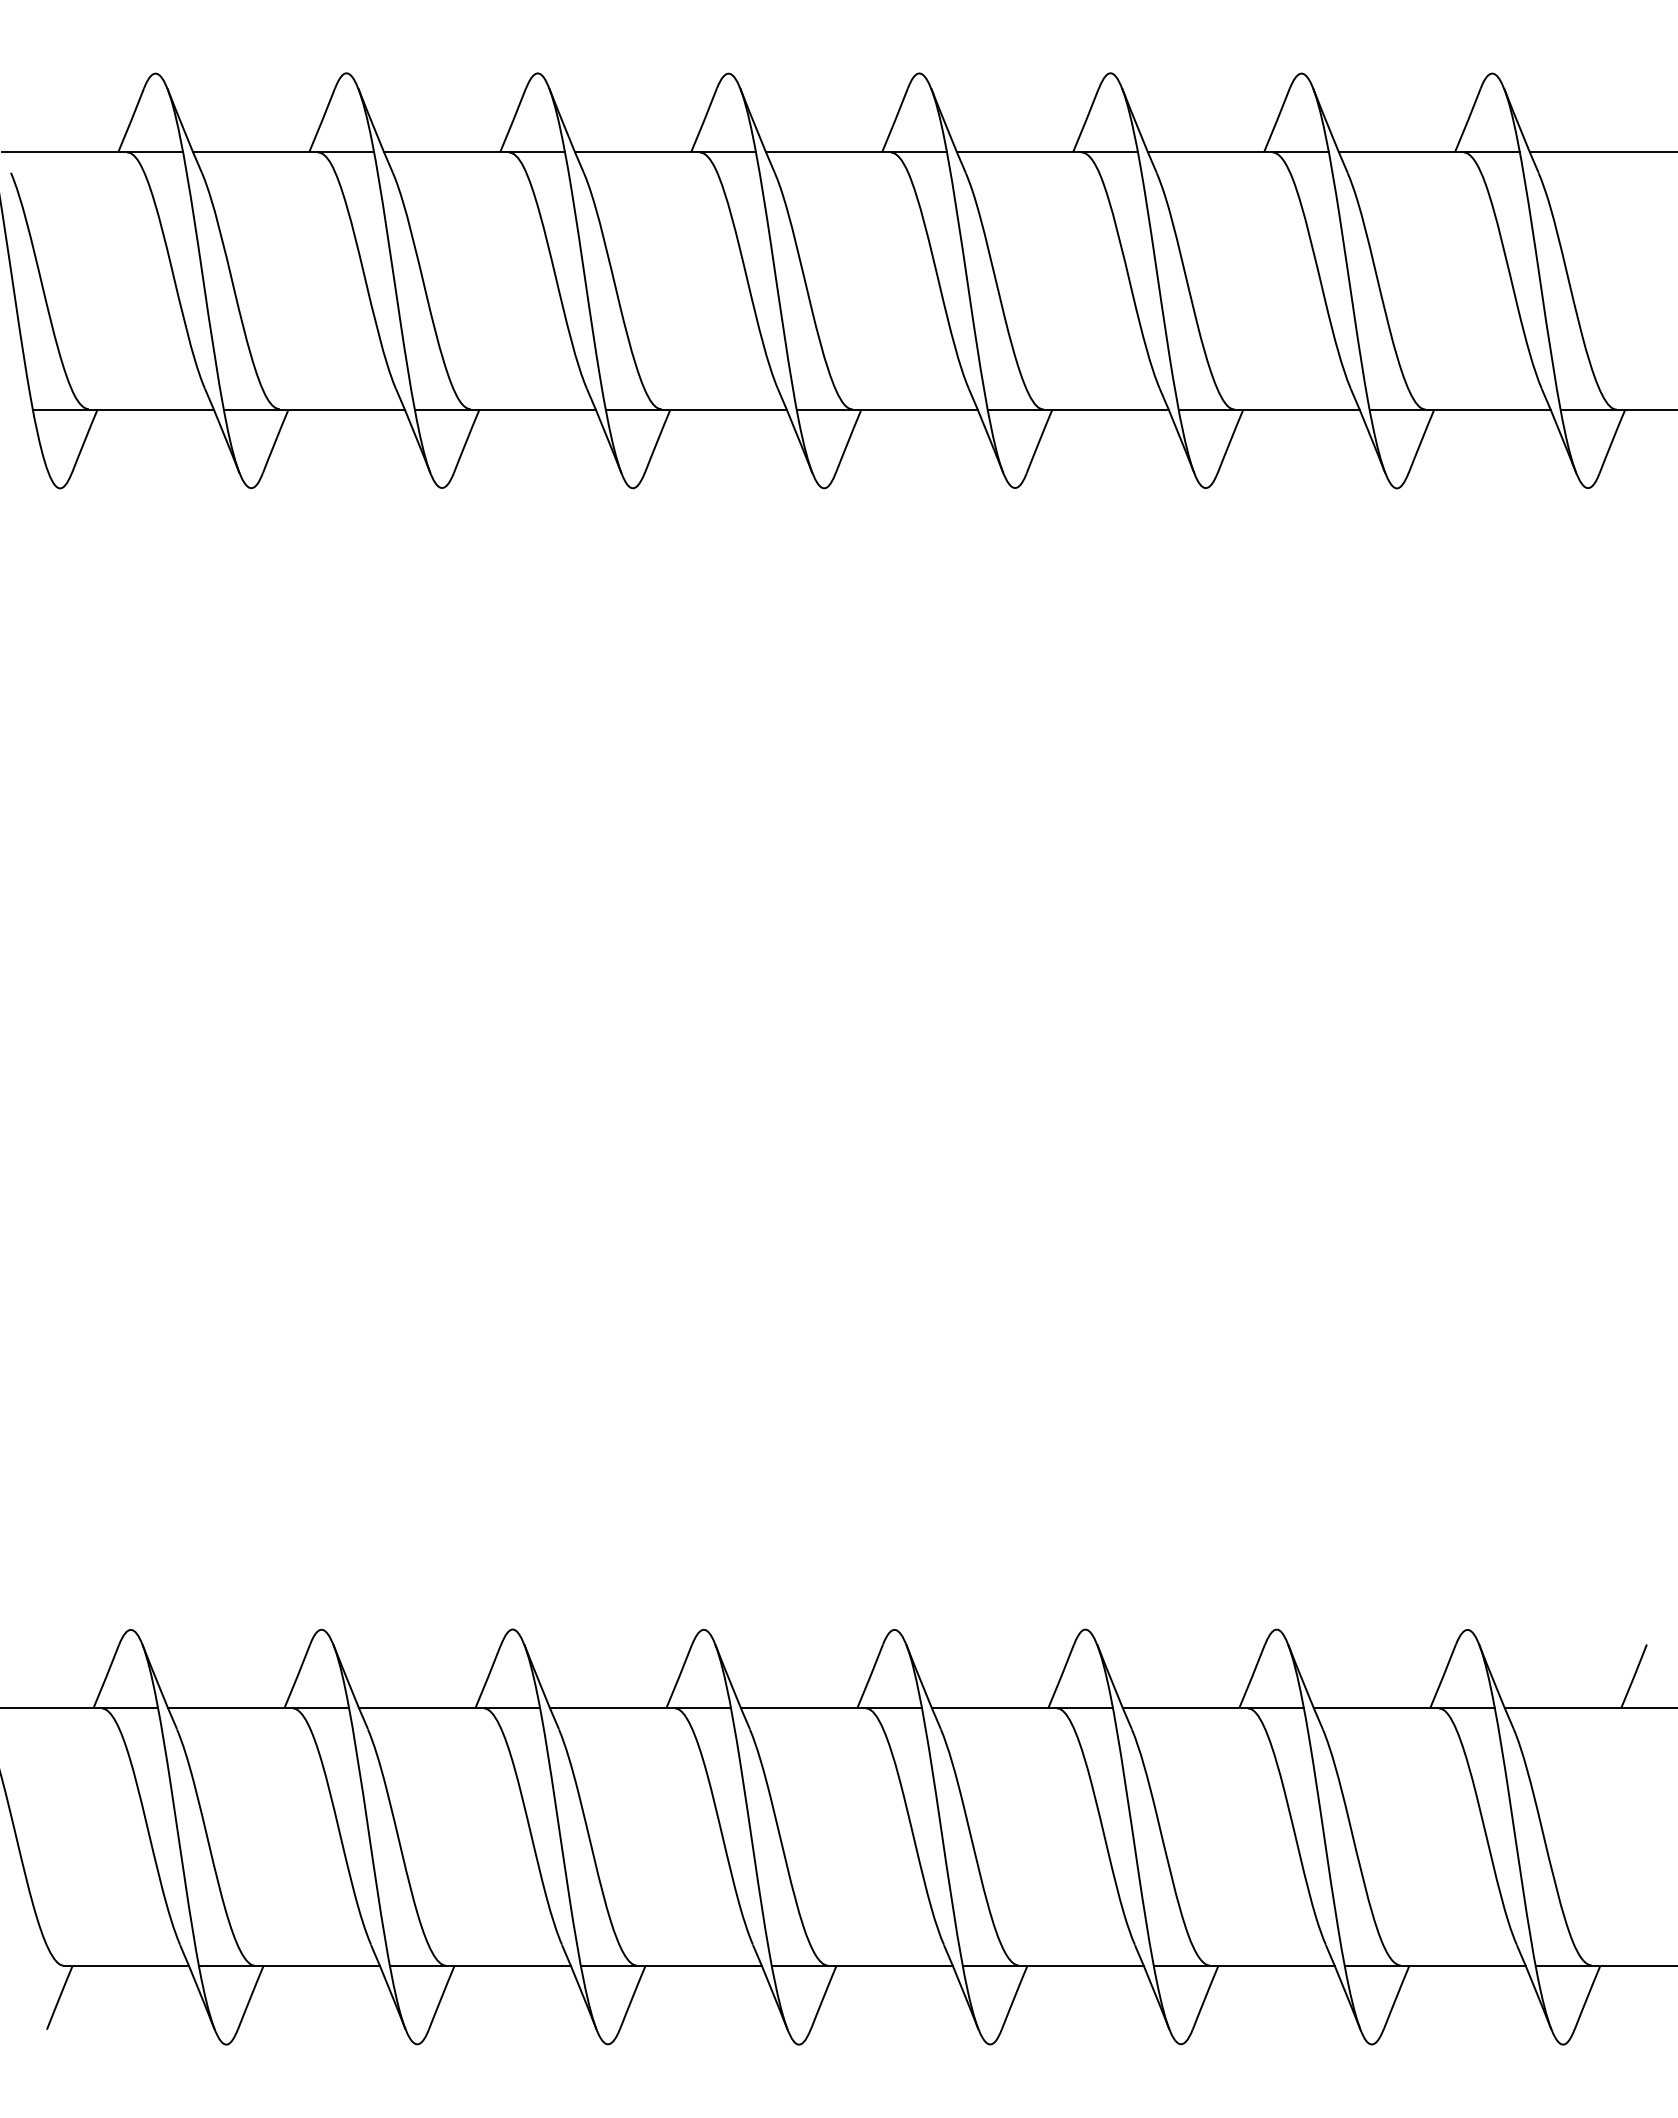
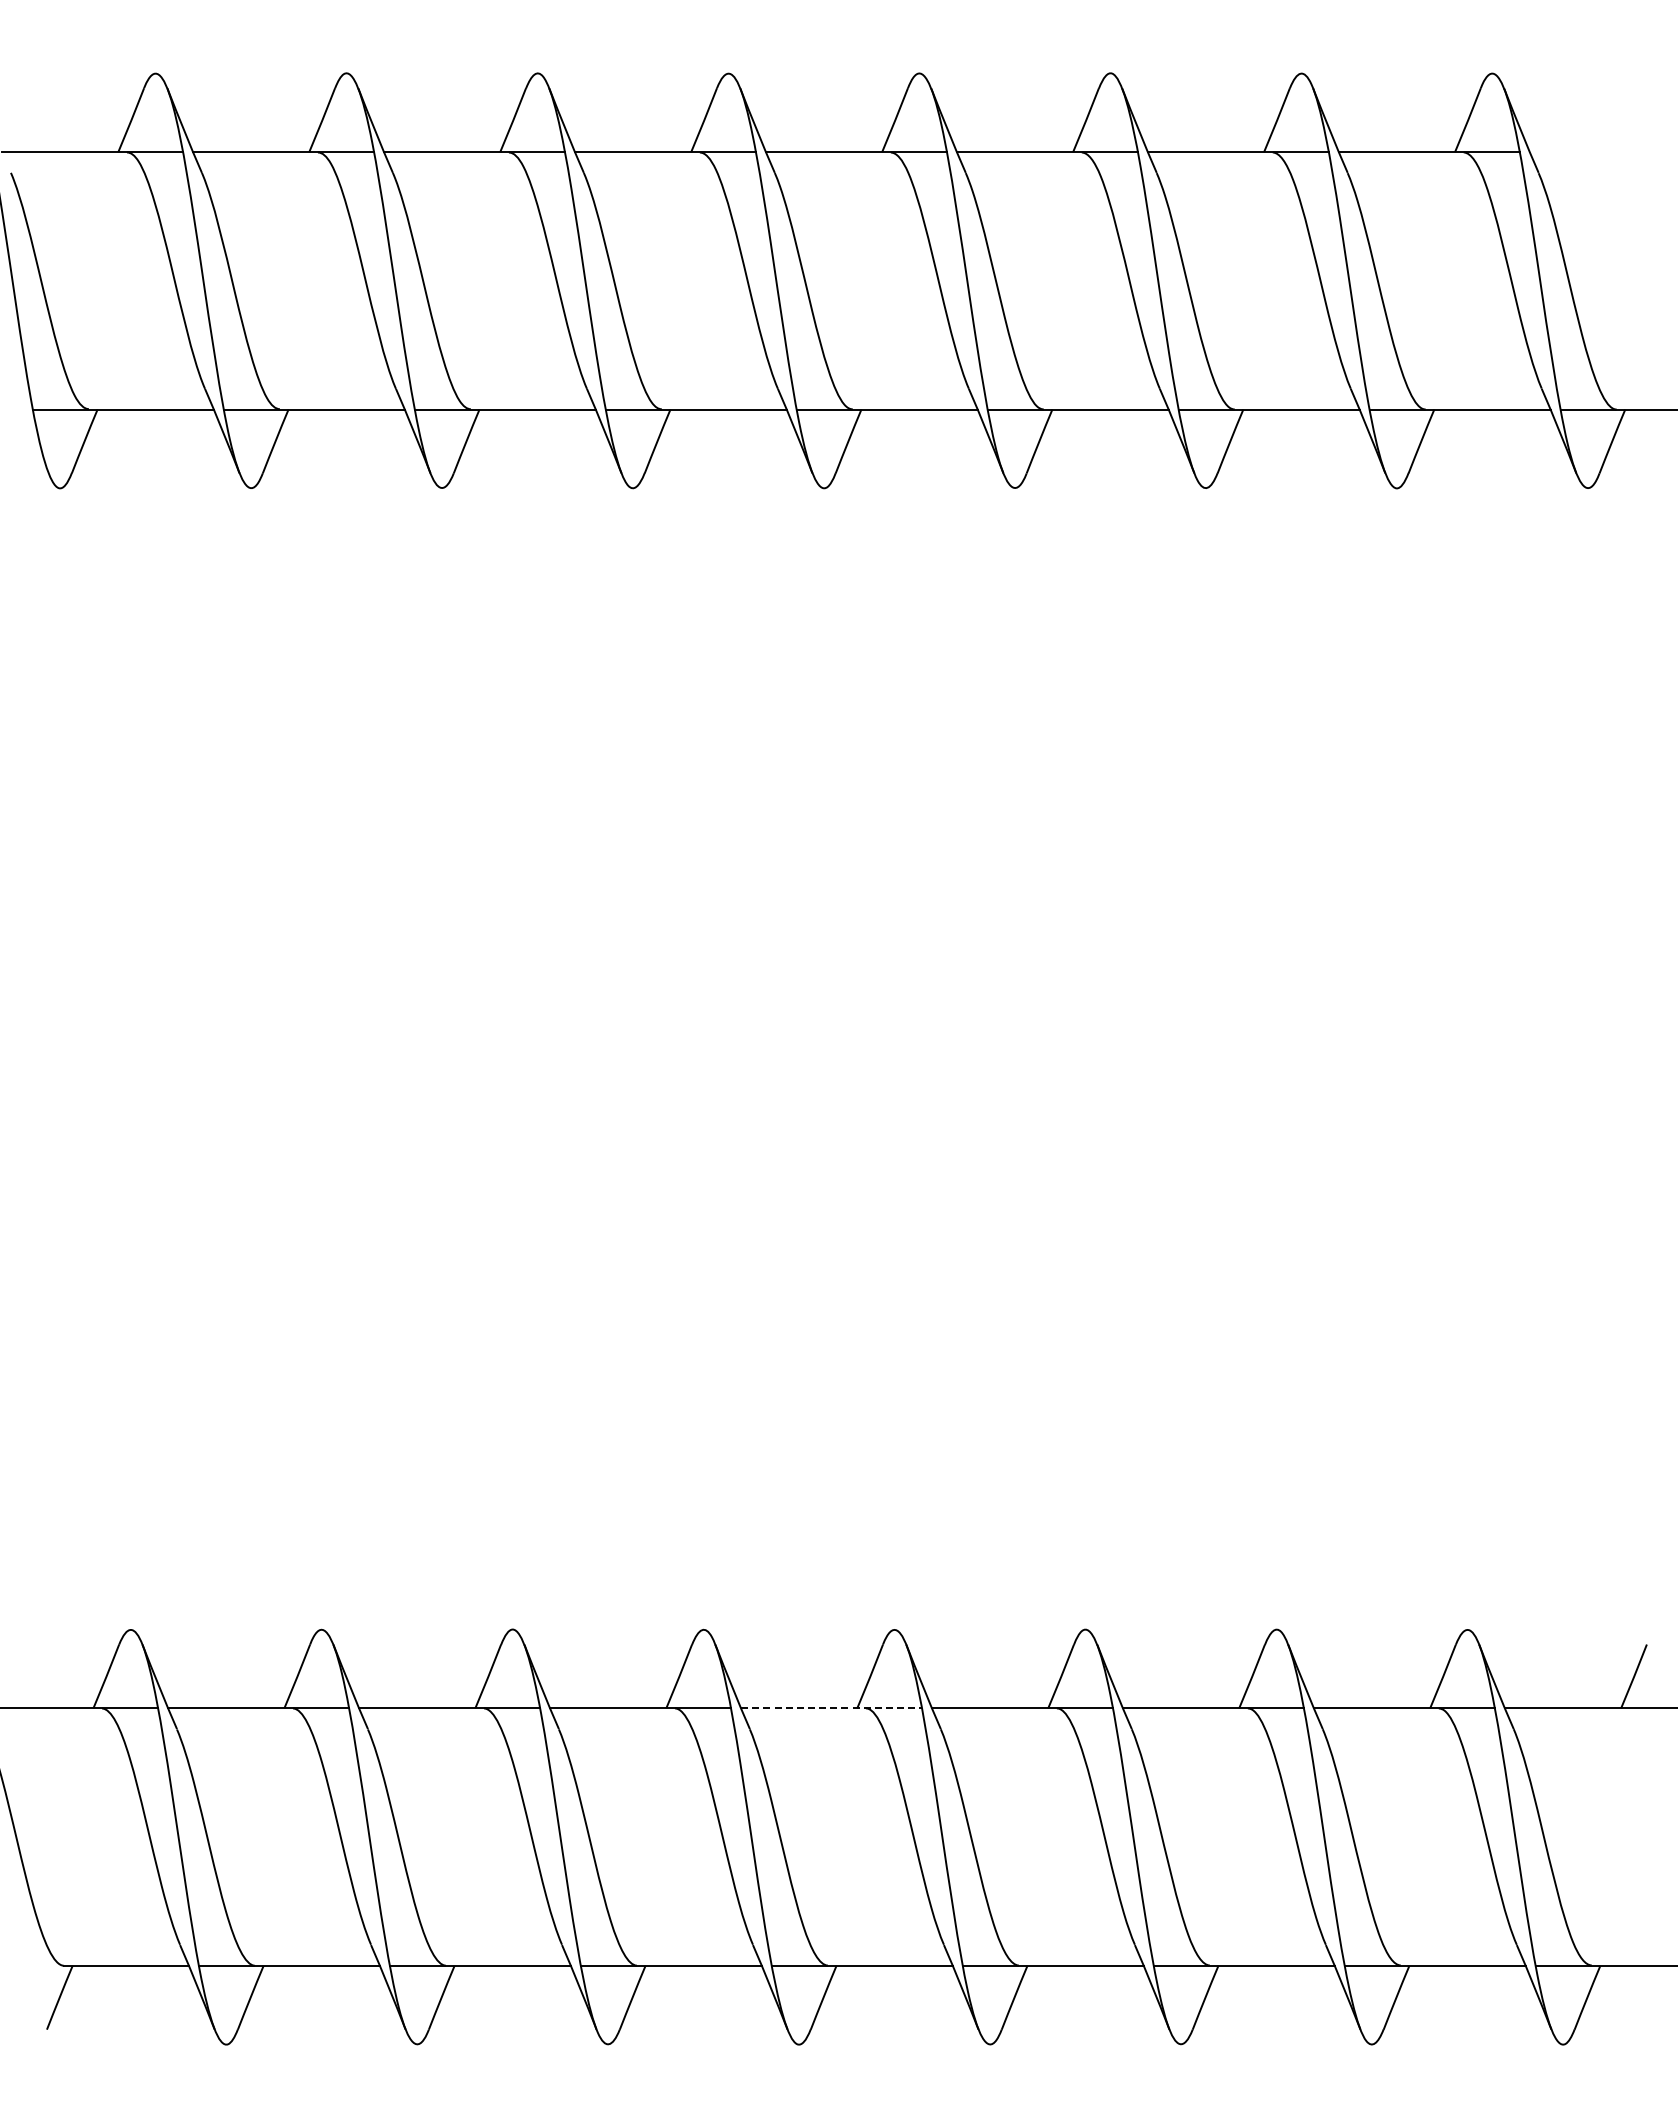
line at (1601, 152): present -> none
line at (832, 1708): solid -> dashed
